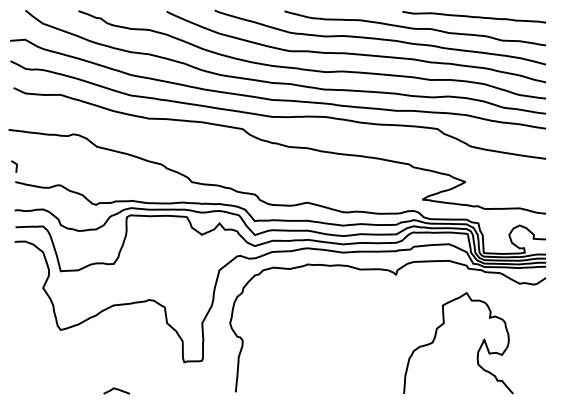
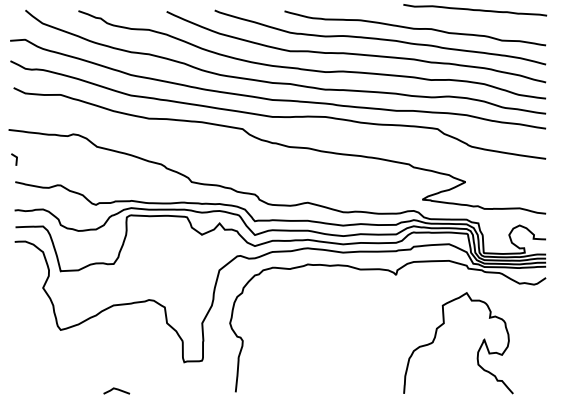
curve at (474, 17) position: (474, 17) -> (475, 10)
line at (15, 167) position: (15, 167) -> (15, 160)
